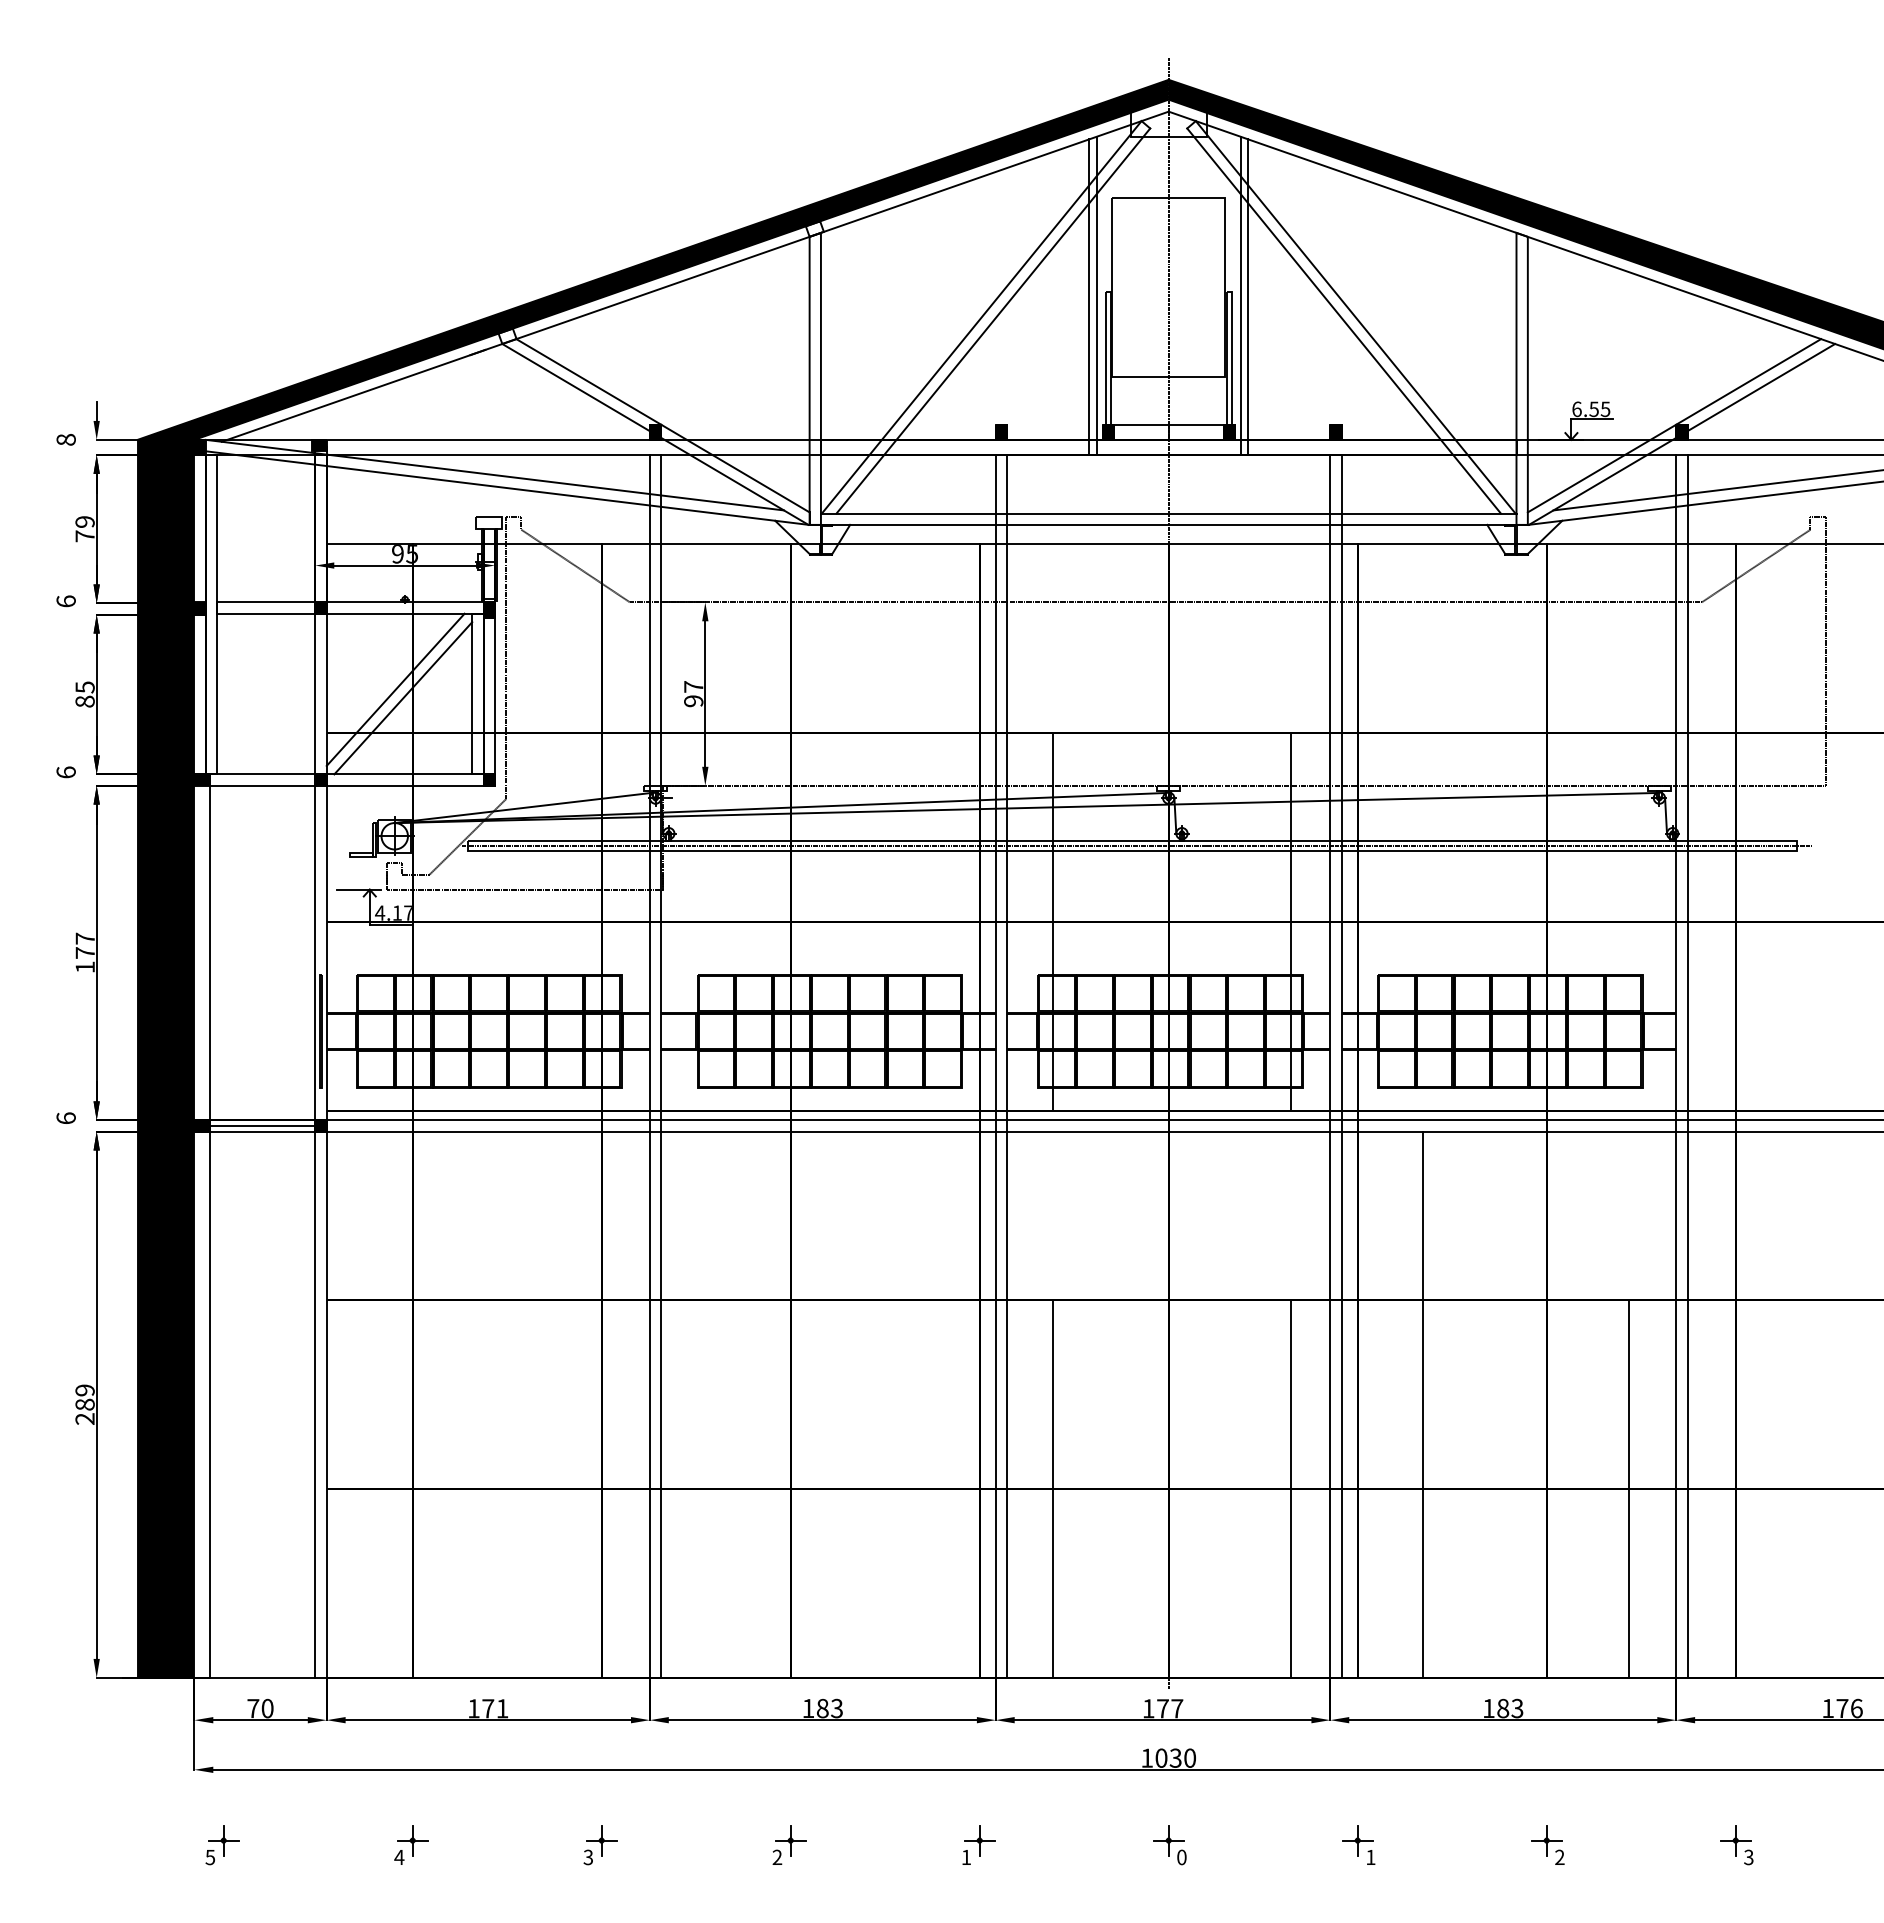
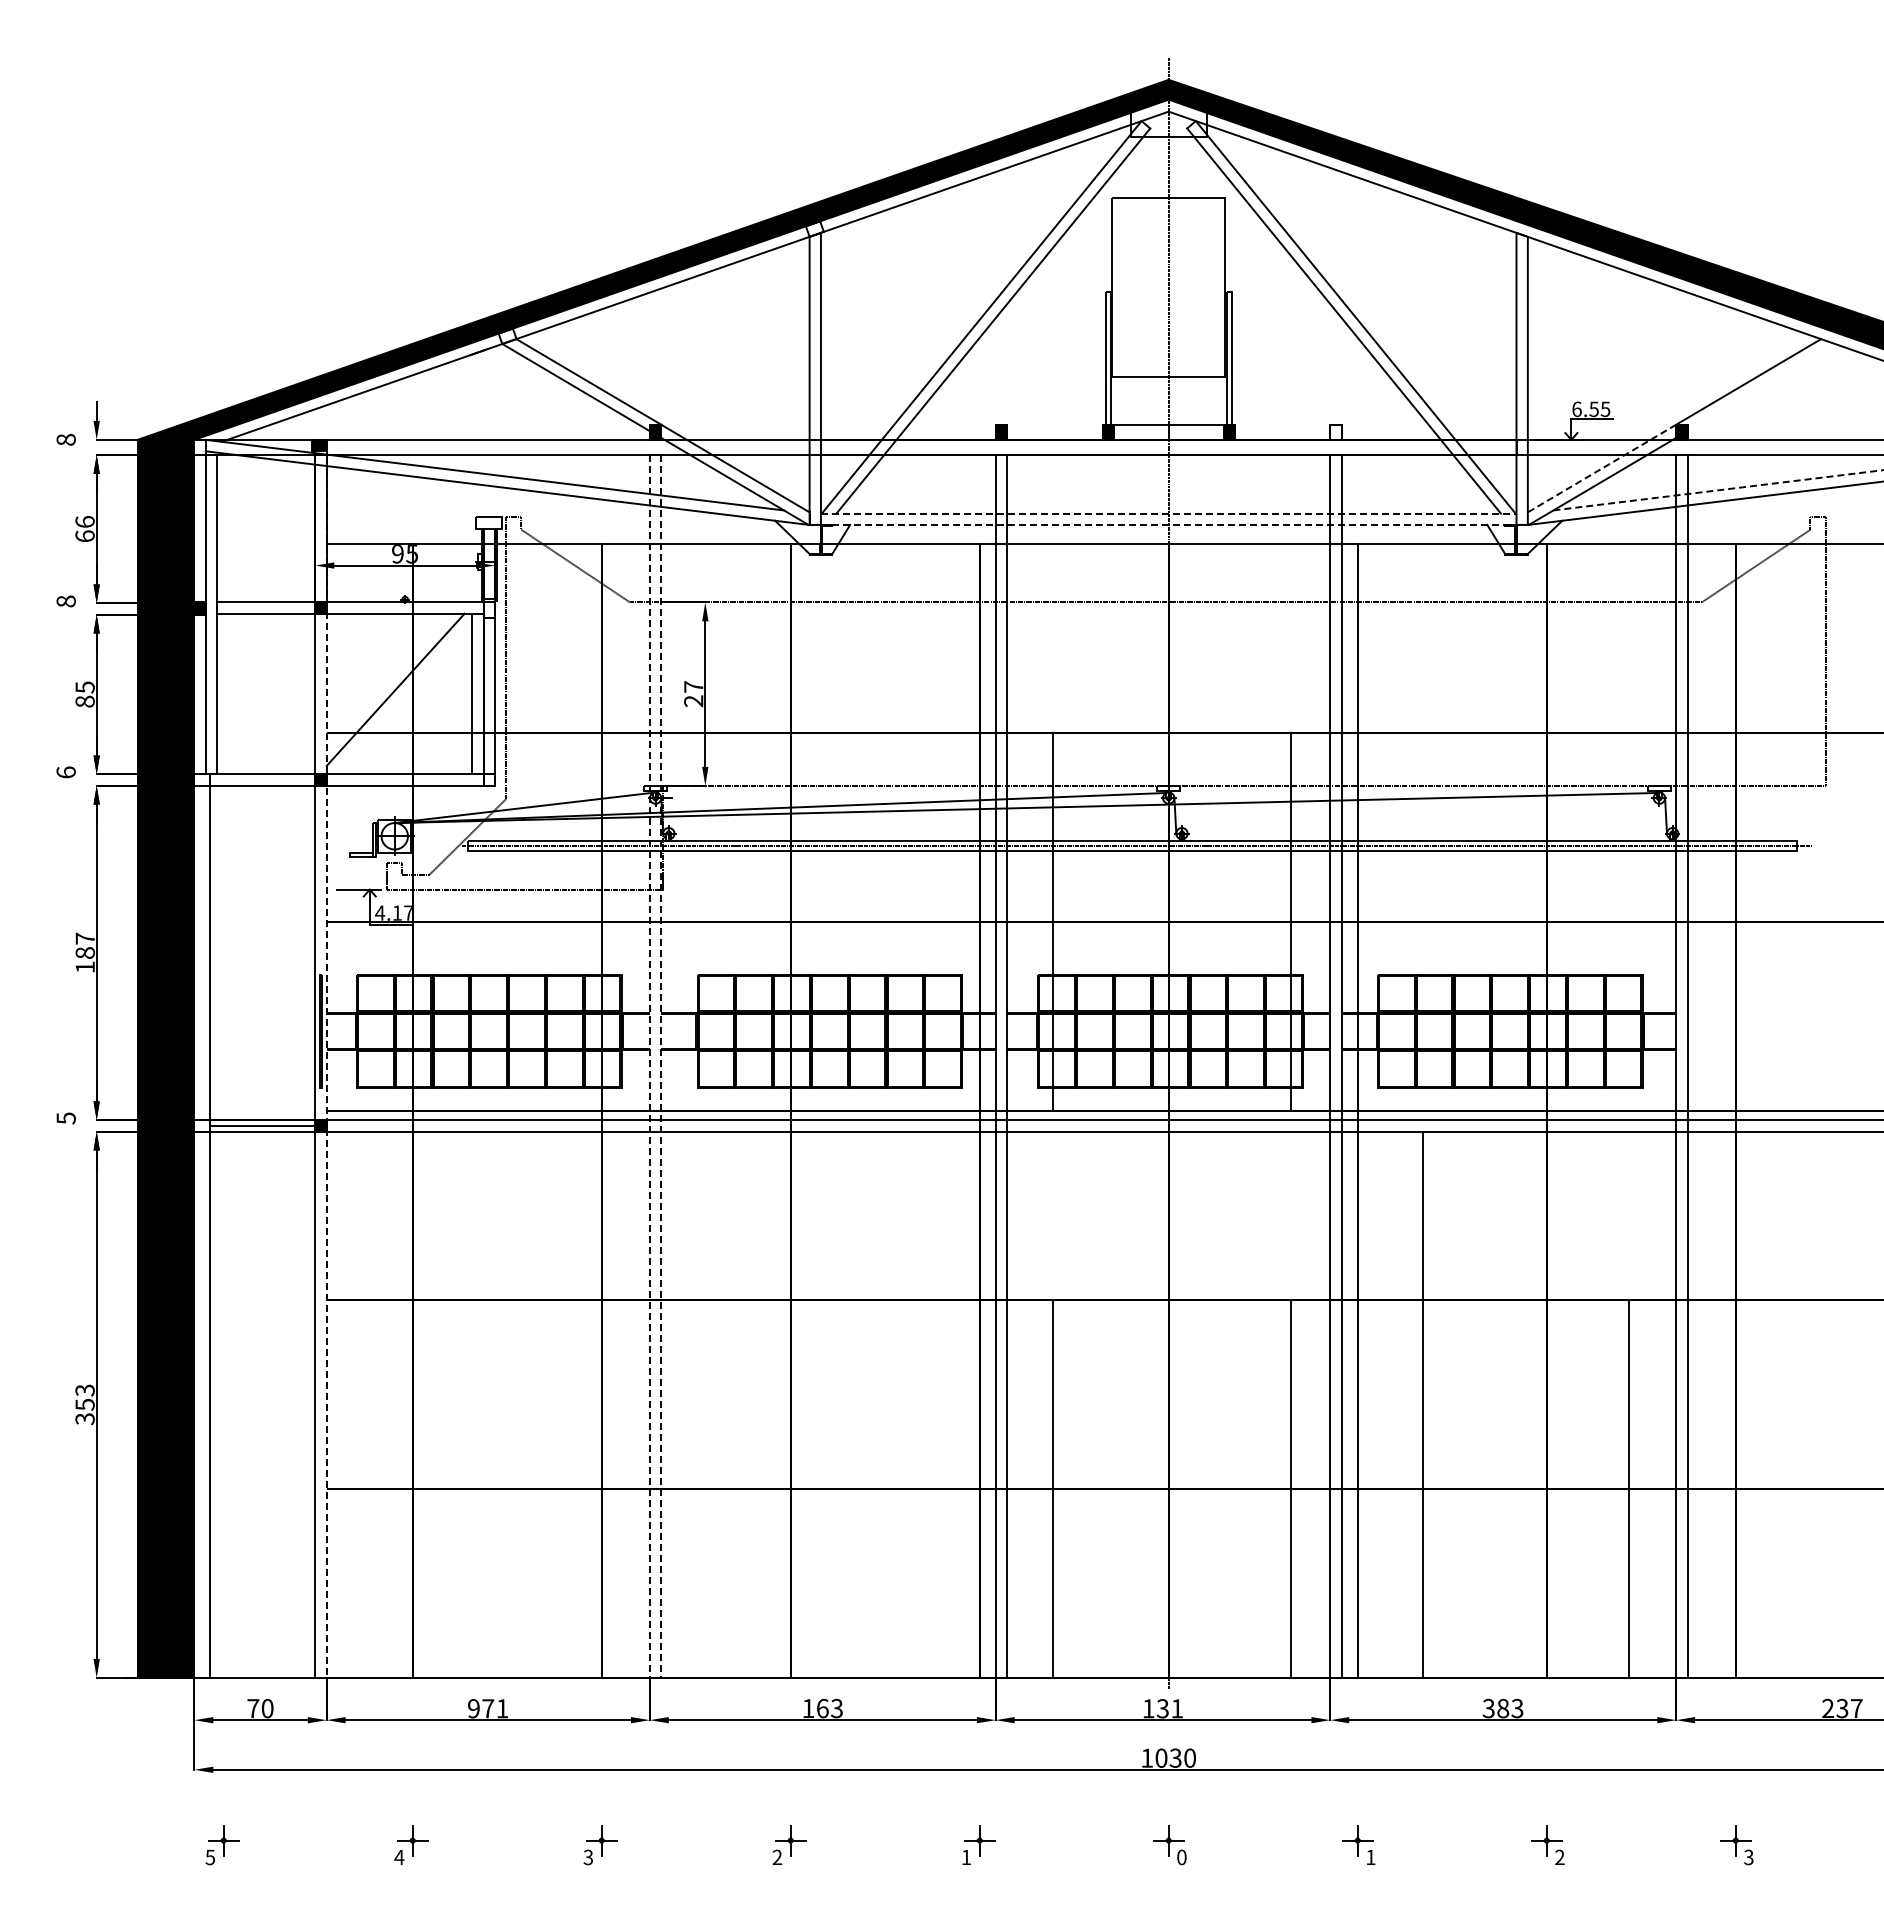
line at (1096, 295): present -> none
line at (1240, 295): present -> none
line at (1089, 296): present -> none
line at (1248, 296): present -> none
line at (1761, 387): present -> none
fill at (1335, 431): present -> none
fill at (199, 446): present -> none
line at (1601, 468): solid -> dashed
line at (1719, 490): solid -> dashed
line at (1168, 513): solid -> dashed
line at (1169, 524): solid -> dashed
text at (84, 529): 79 -> 66
text at (65, 601): 6 -> 8
fill at (488, 609): present -> none
line at (403, 698): present -> none
text at (693, 701): 97 -> 27
fill at (201, 779): present -> none
fill at (488, 779): present -> none
text at (84, 952): 177 -> 187
line at (326, 1063): solid -> dashed
line at (649, 1066): solid -> dashed
line at (661, 1066): solid -> dashed
text at (65, 1118): 6 -> 5
fill at (201, 1125): present -> none
text at (84, 1404): 289 -> 353
text at (473, 1708): 171 -> 971
text at (822, 1708): 183 -> 163
text at (1170, 1708): 177 -> 131
text at (1488, 1708): 183 -> 383
text at (1842, 1708): 176 -> 237
